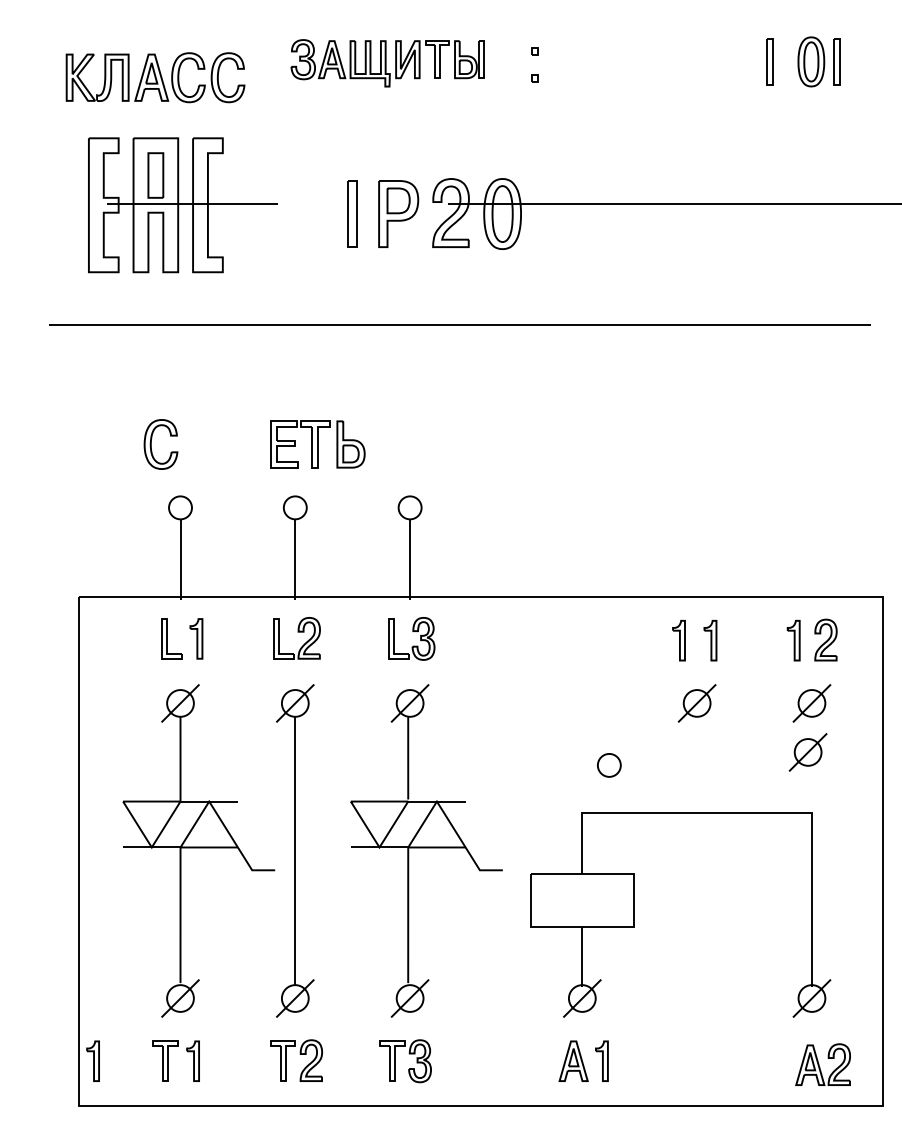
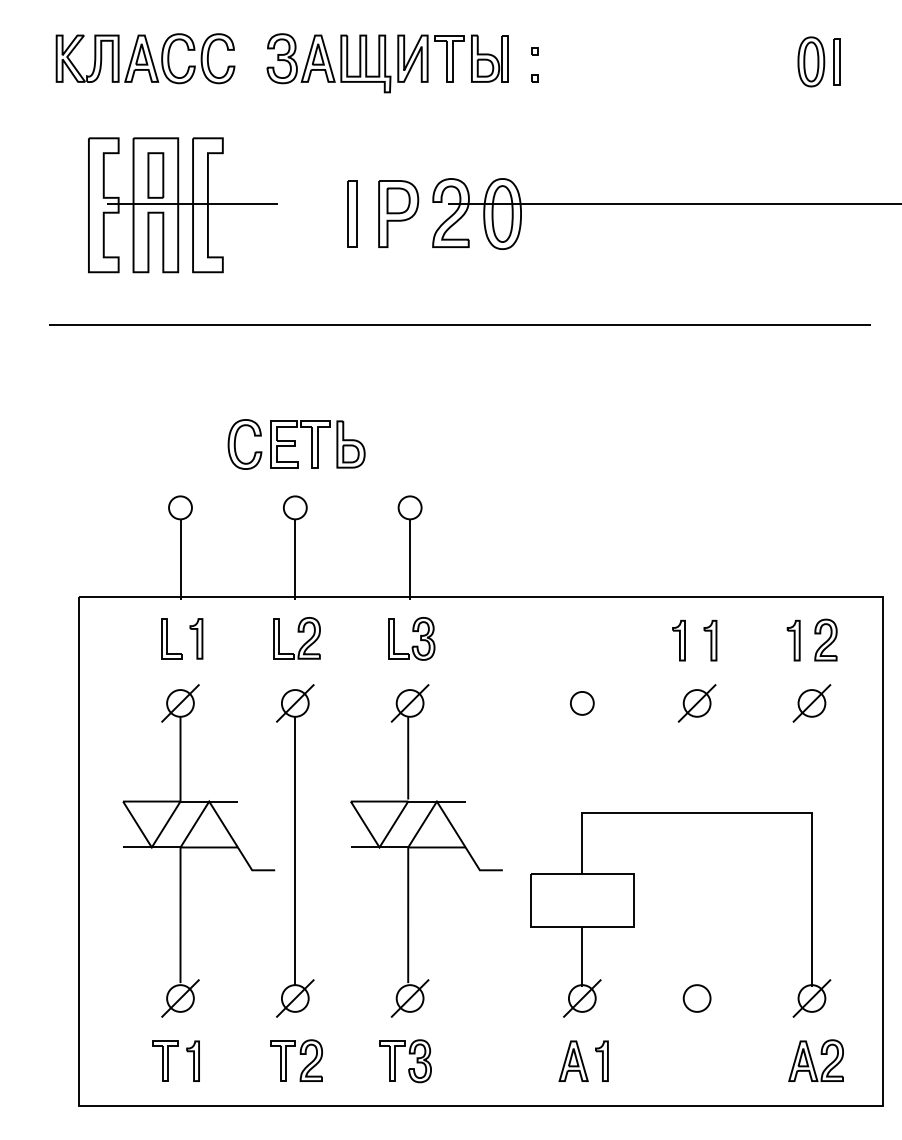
part at (769, 61): present -> none
part at (387, 63) size: 195x49 px -> 243x61 px
part at (155, 77) position: (155, 77) -> (145, 58)
part at (151, 444) position: (151, 444) -> (235, 444)
part at (807, 752): present -> none
part at (609, 765) position: (609, 765) -> (582, 703)
part at (696, 998): none -> present
part at (92, 1060): present -> none
part at (822, 1064) position: (822, 1064) -> (815, 1060)
